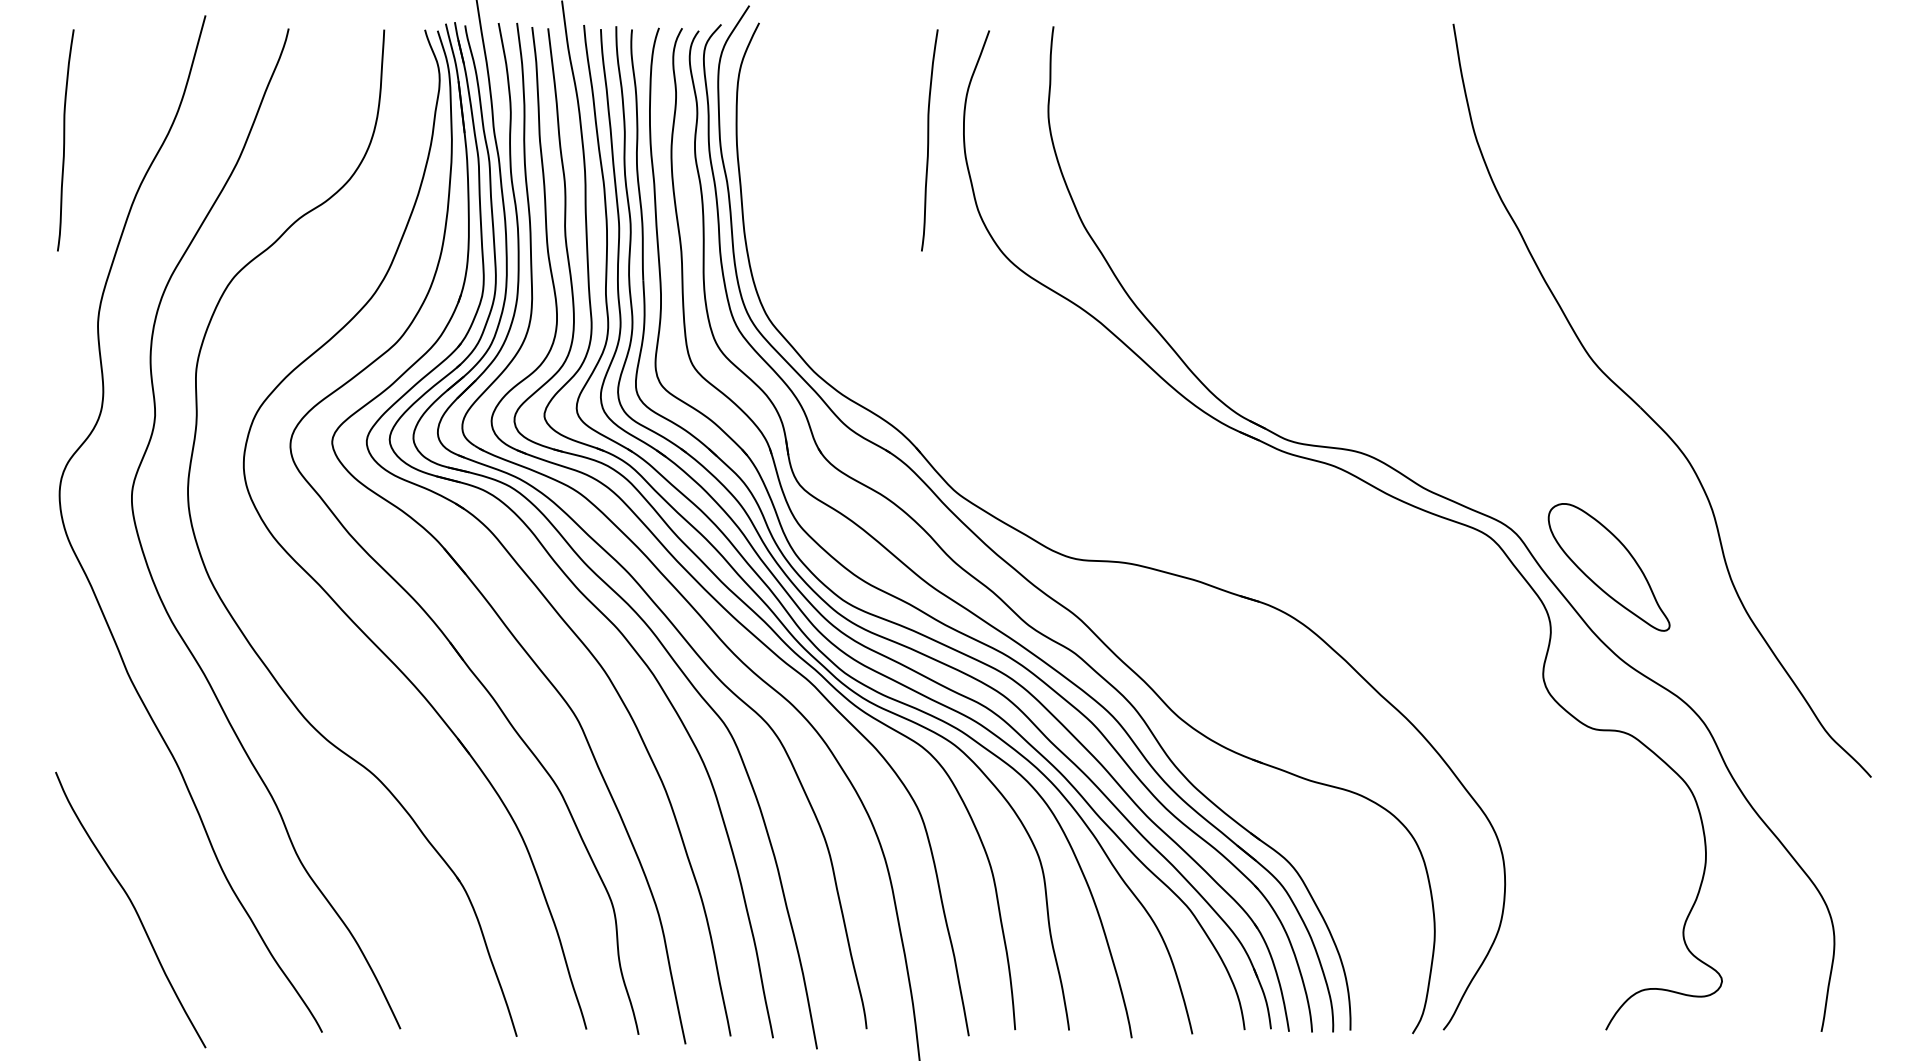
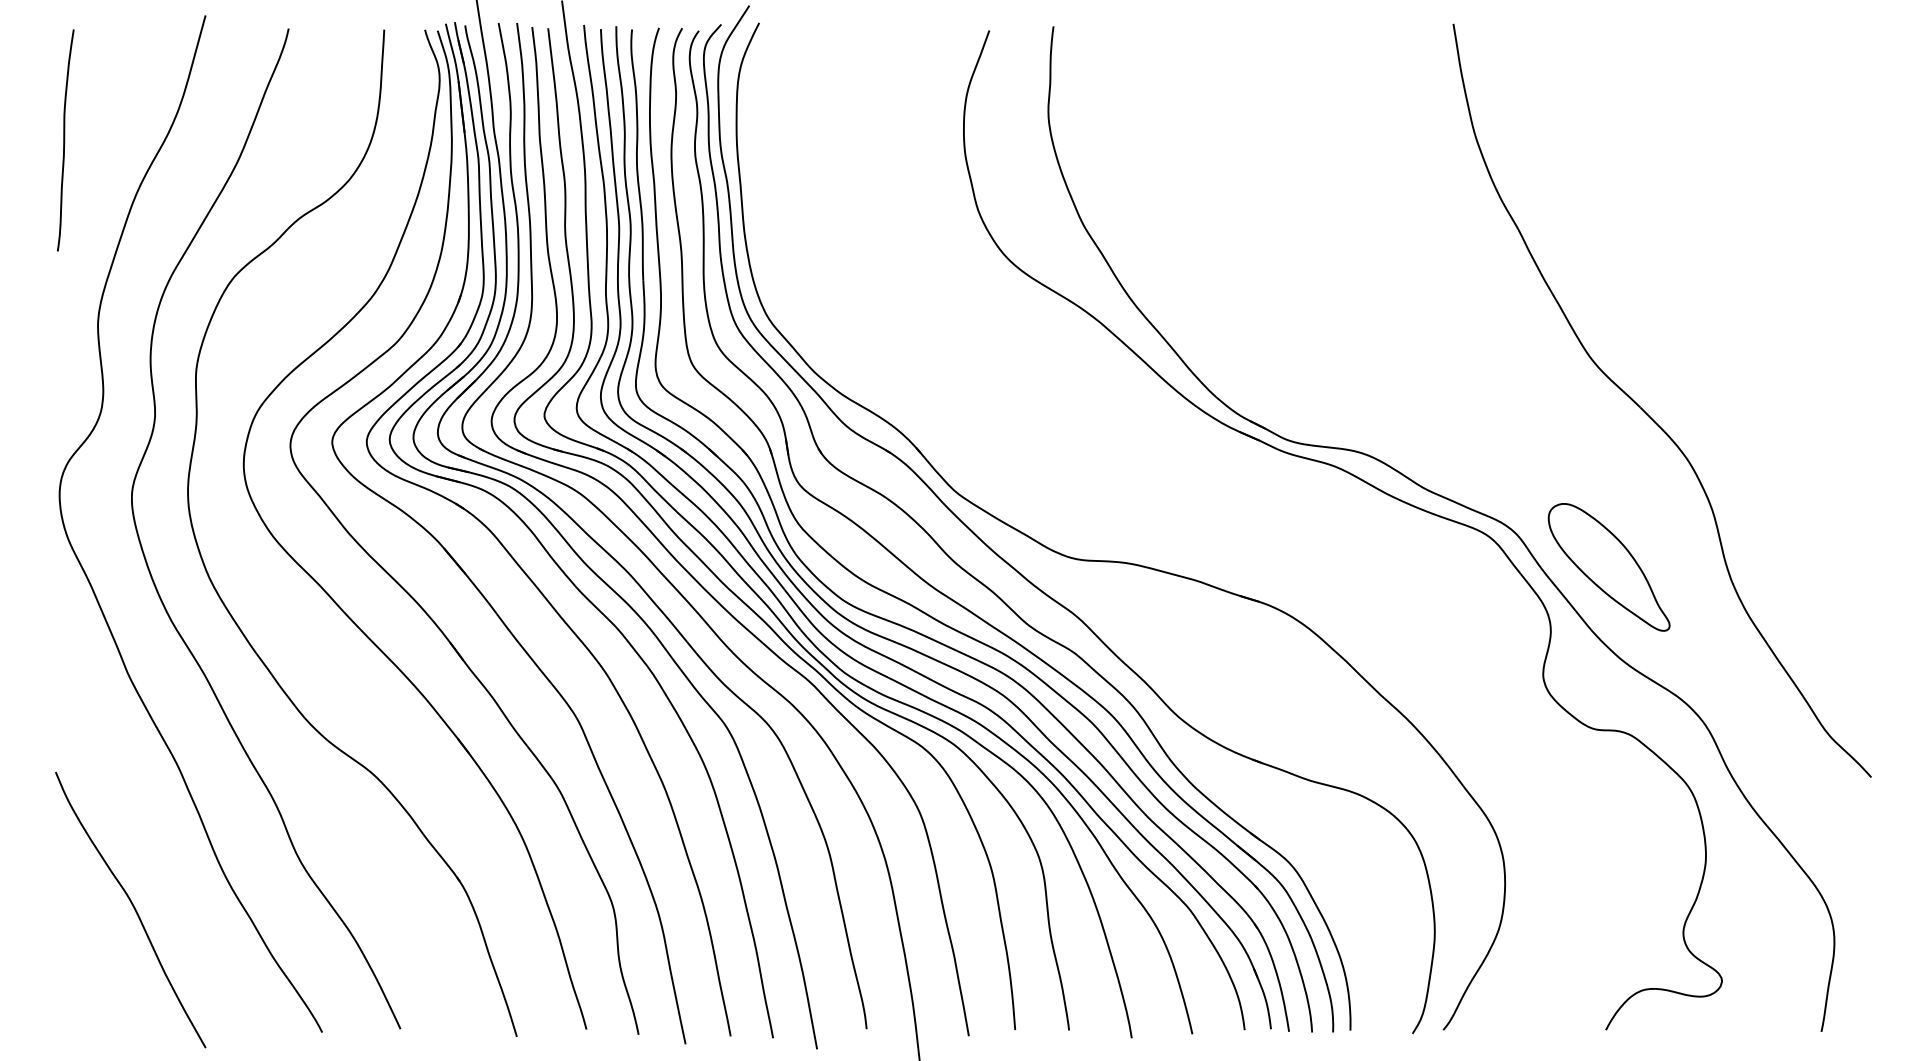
curve at (929, 140): present -> none
